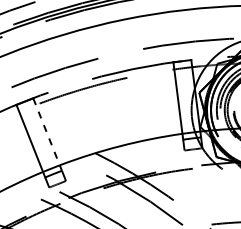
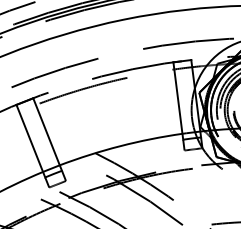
line at (47, 134): dashed -> solid
